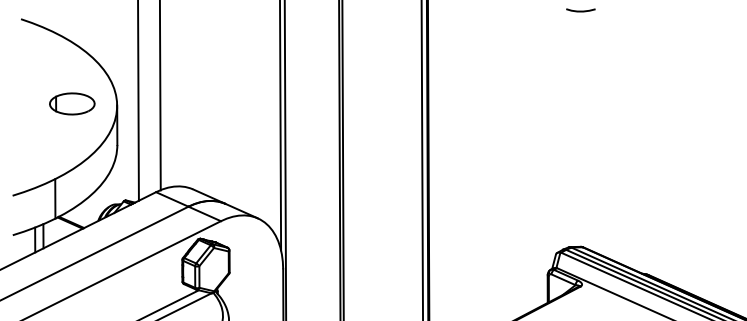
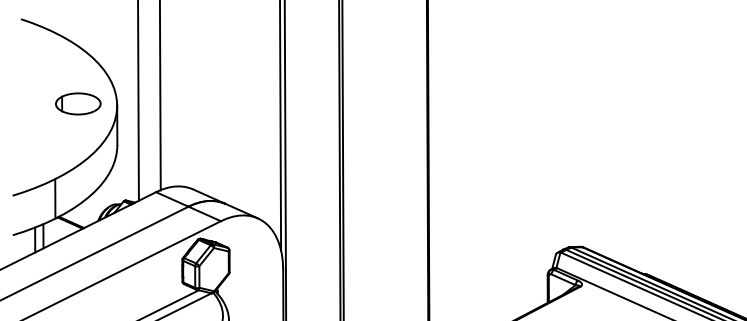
curve at (580, 10): present -> none
part at (72, 103) position: (72, 103) -> (78, 103)
line at (422, 159): present -> none
